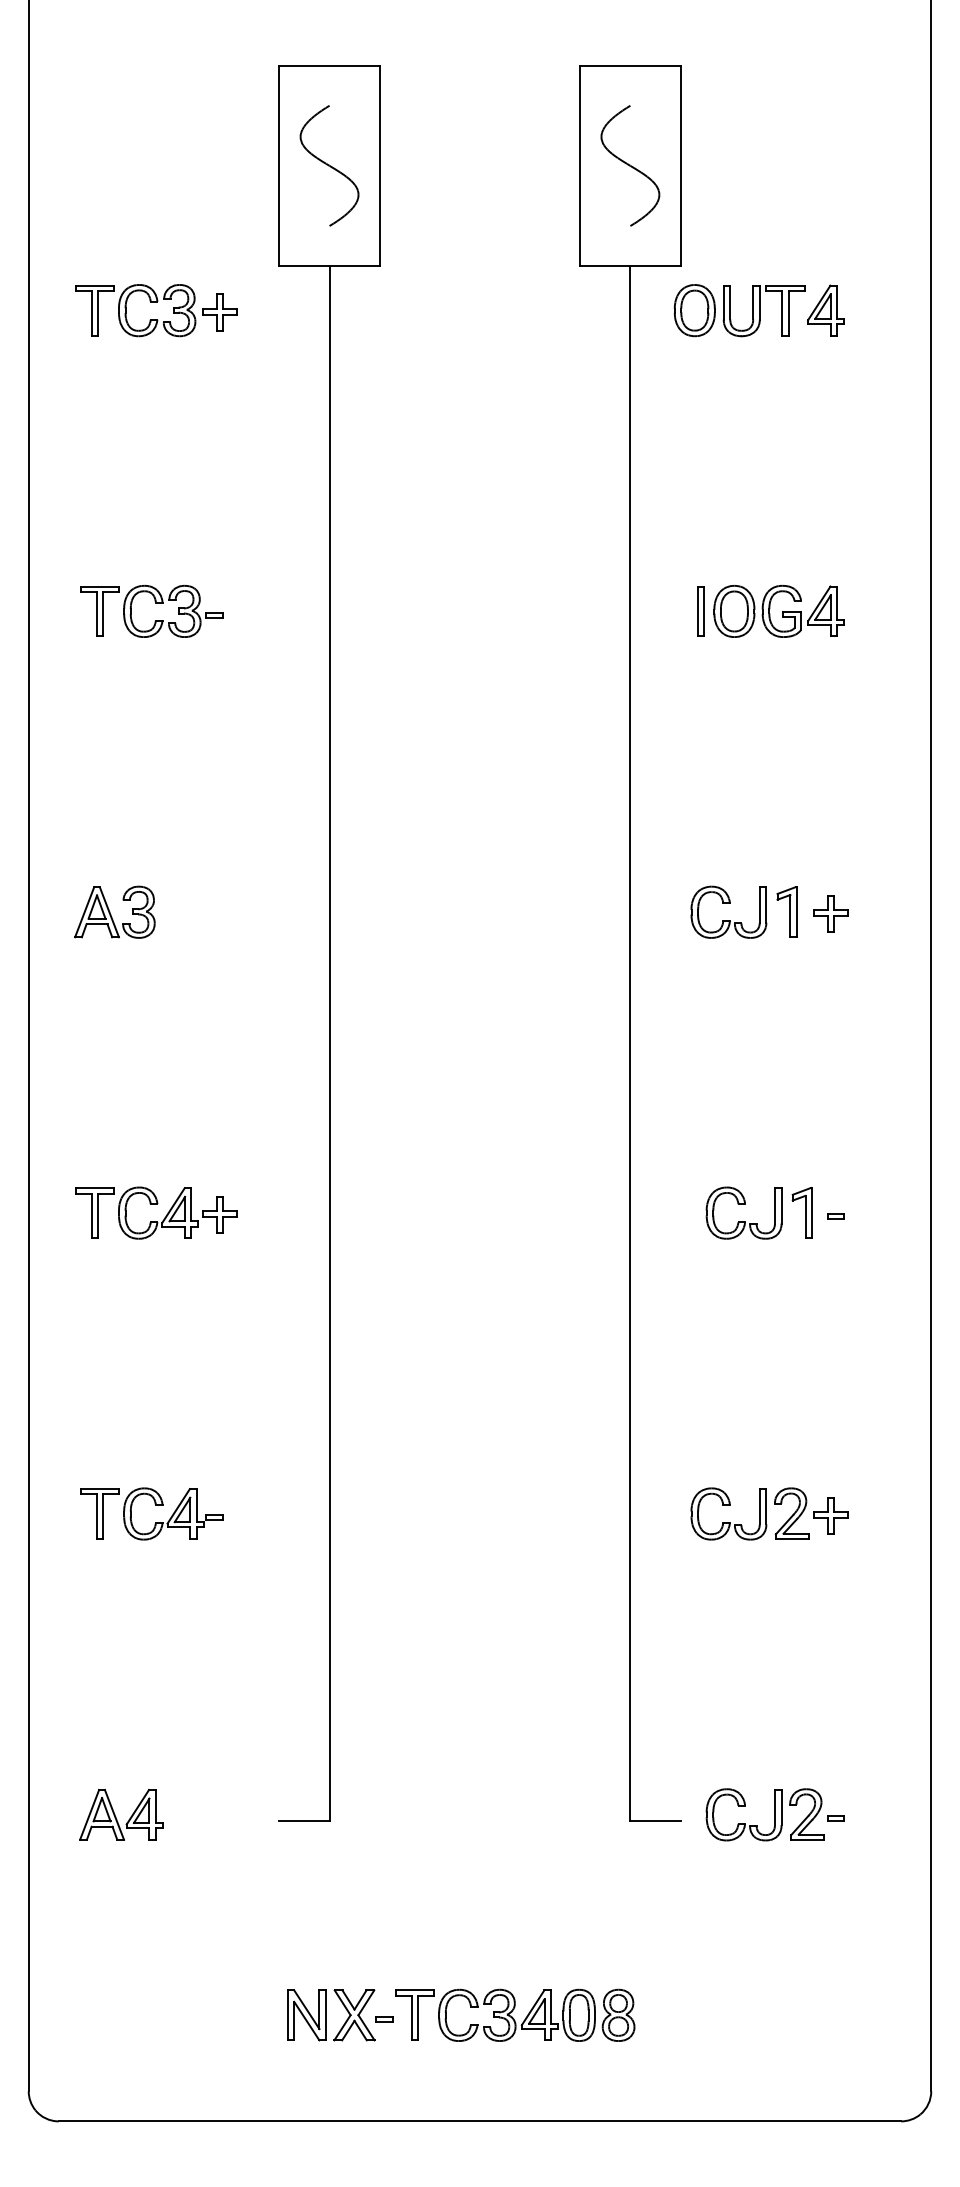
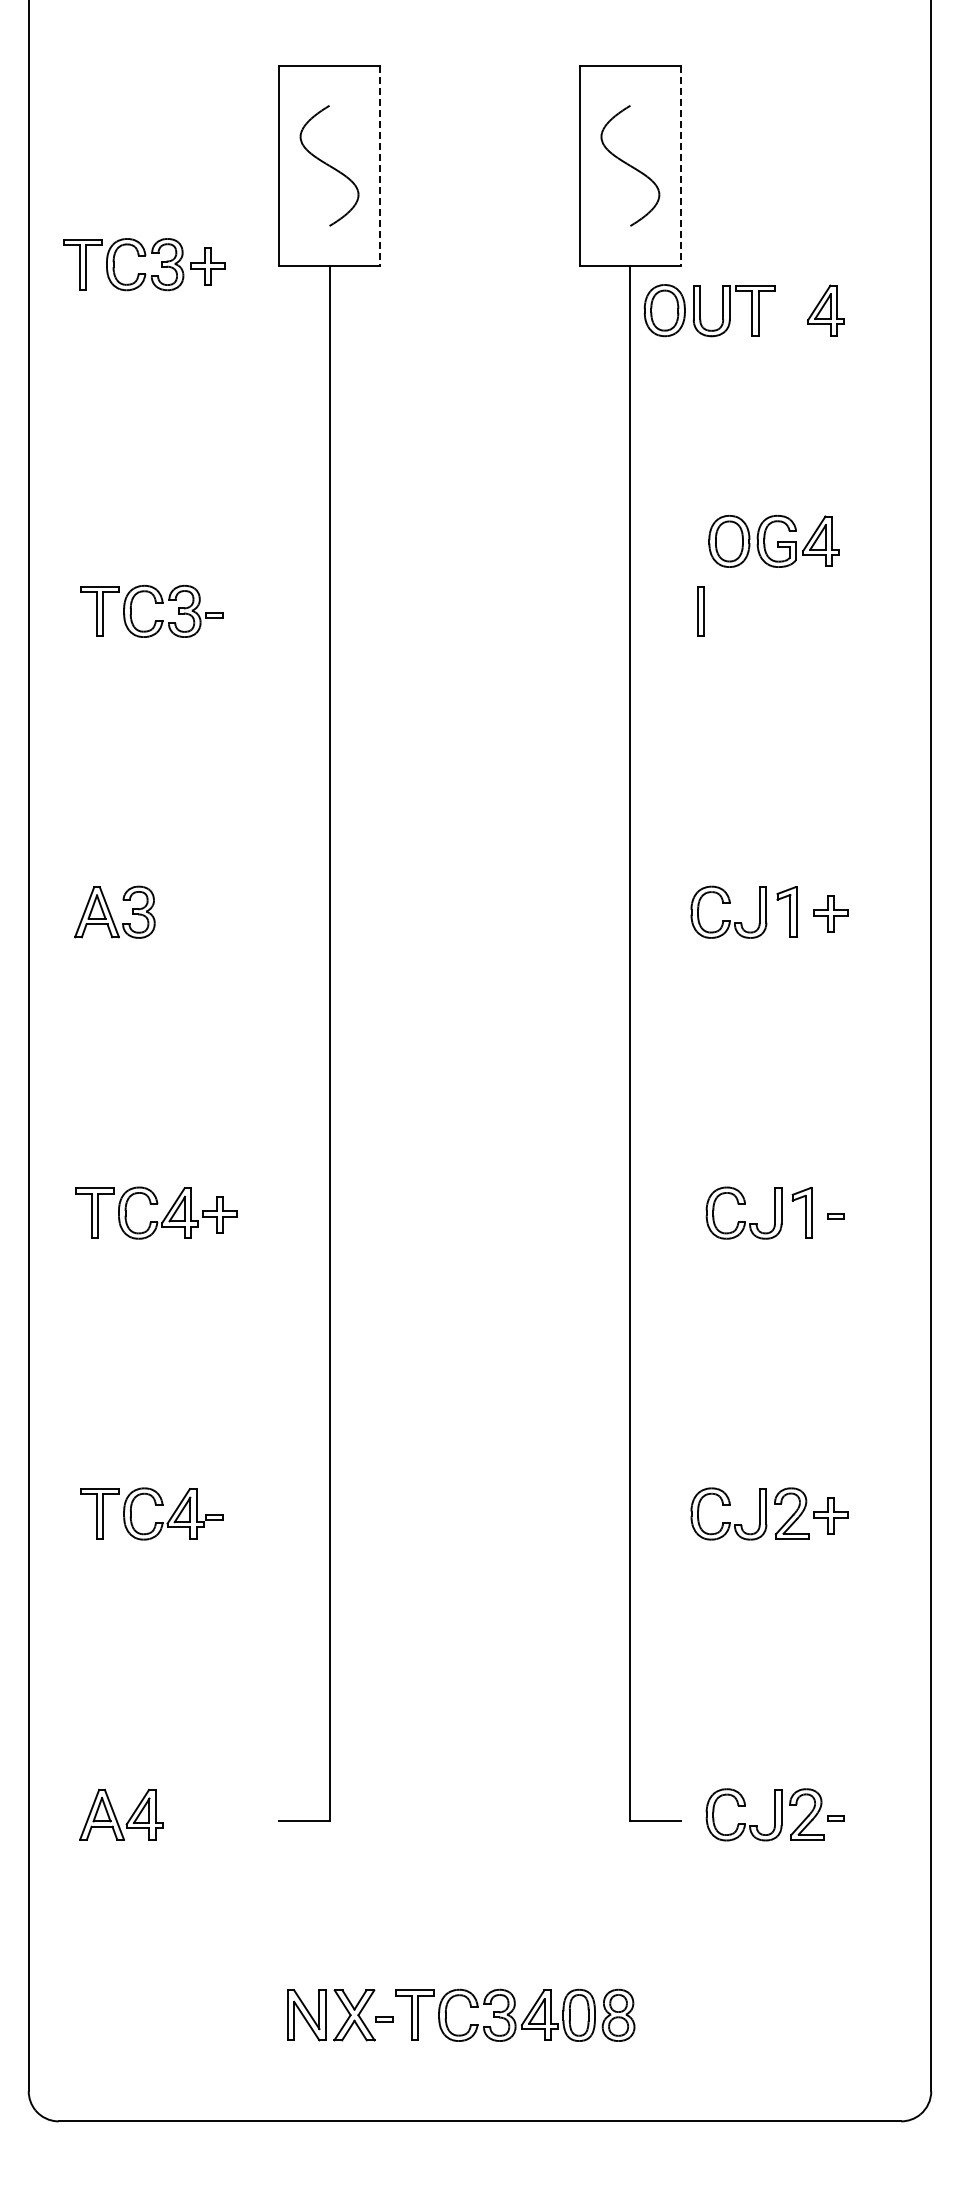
line at (379, 166): solid -> dashed
line at (680, 166): solid -> dashed
part at (156, 302) position: (156, 302) -> (144, 256)
part at (730, 310) position: (730, 310) -> (700, 310)
part at (778, 611) position: (778, 611) -> (773, 541)
